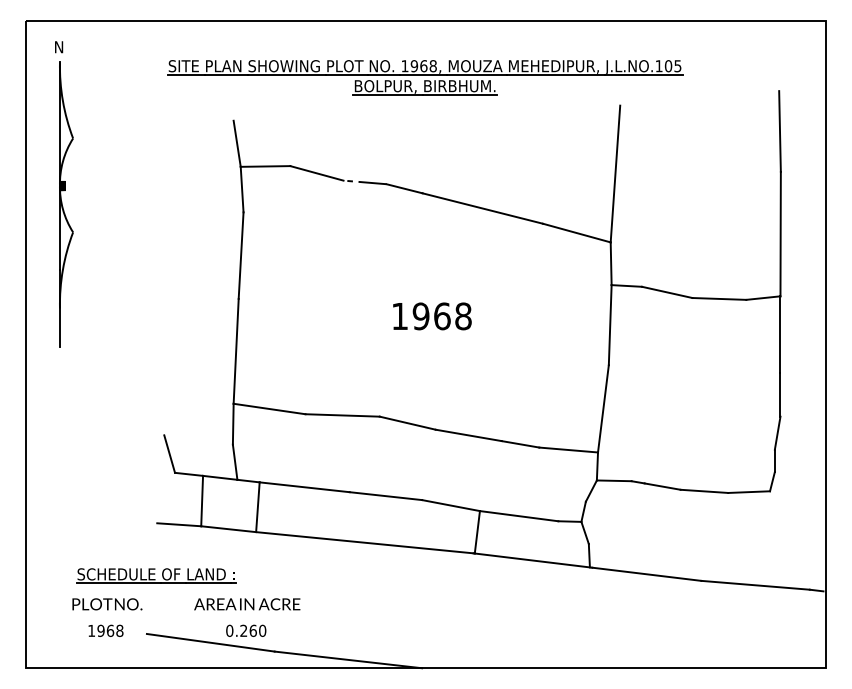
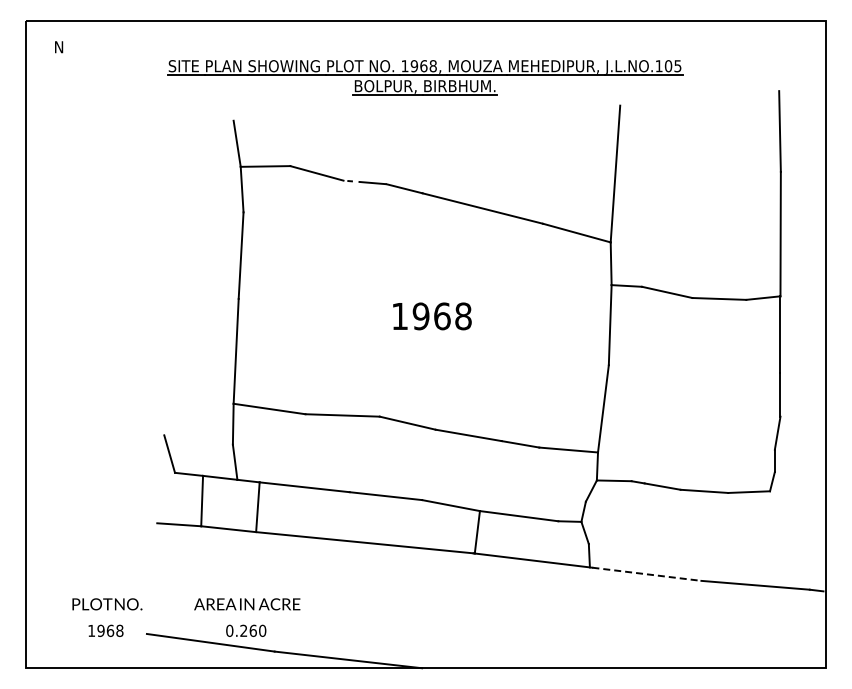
part at (66, 204): present -> none
line at (646, 574): solid -> dashed
part at (156, 575): present -> none
